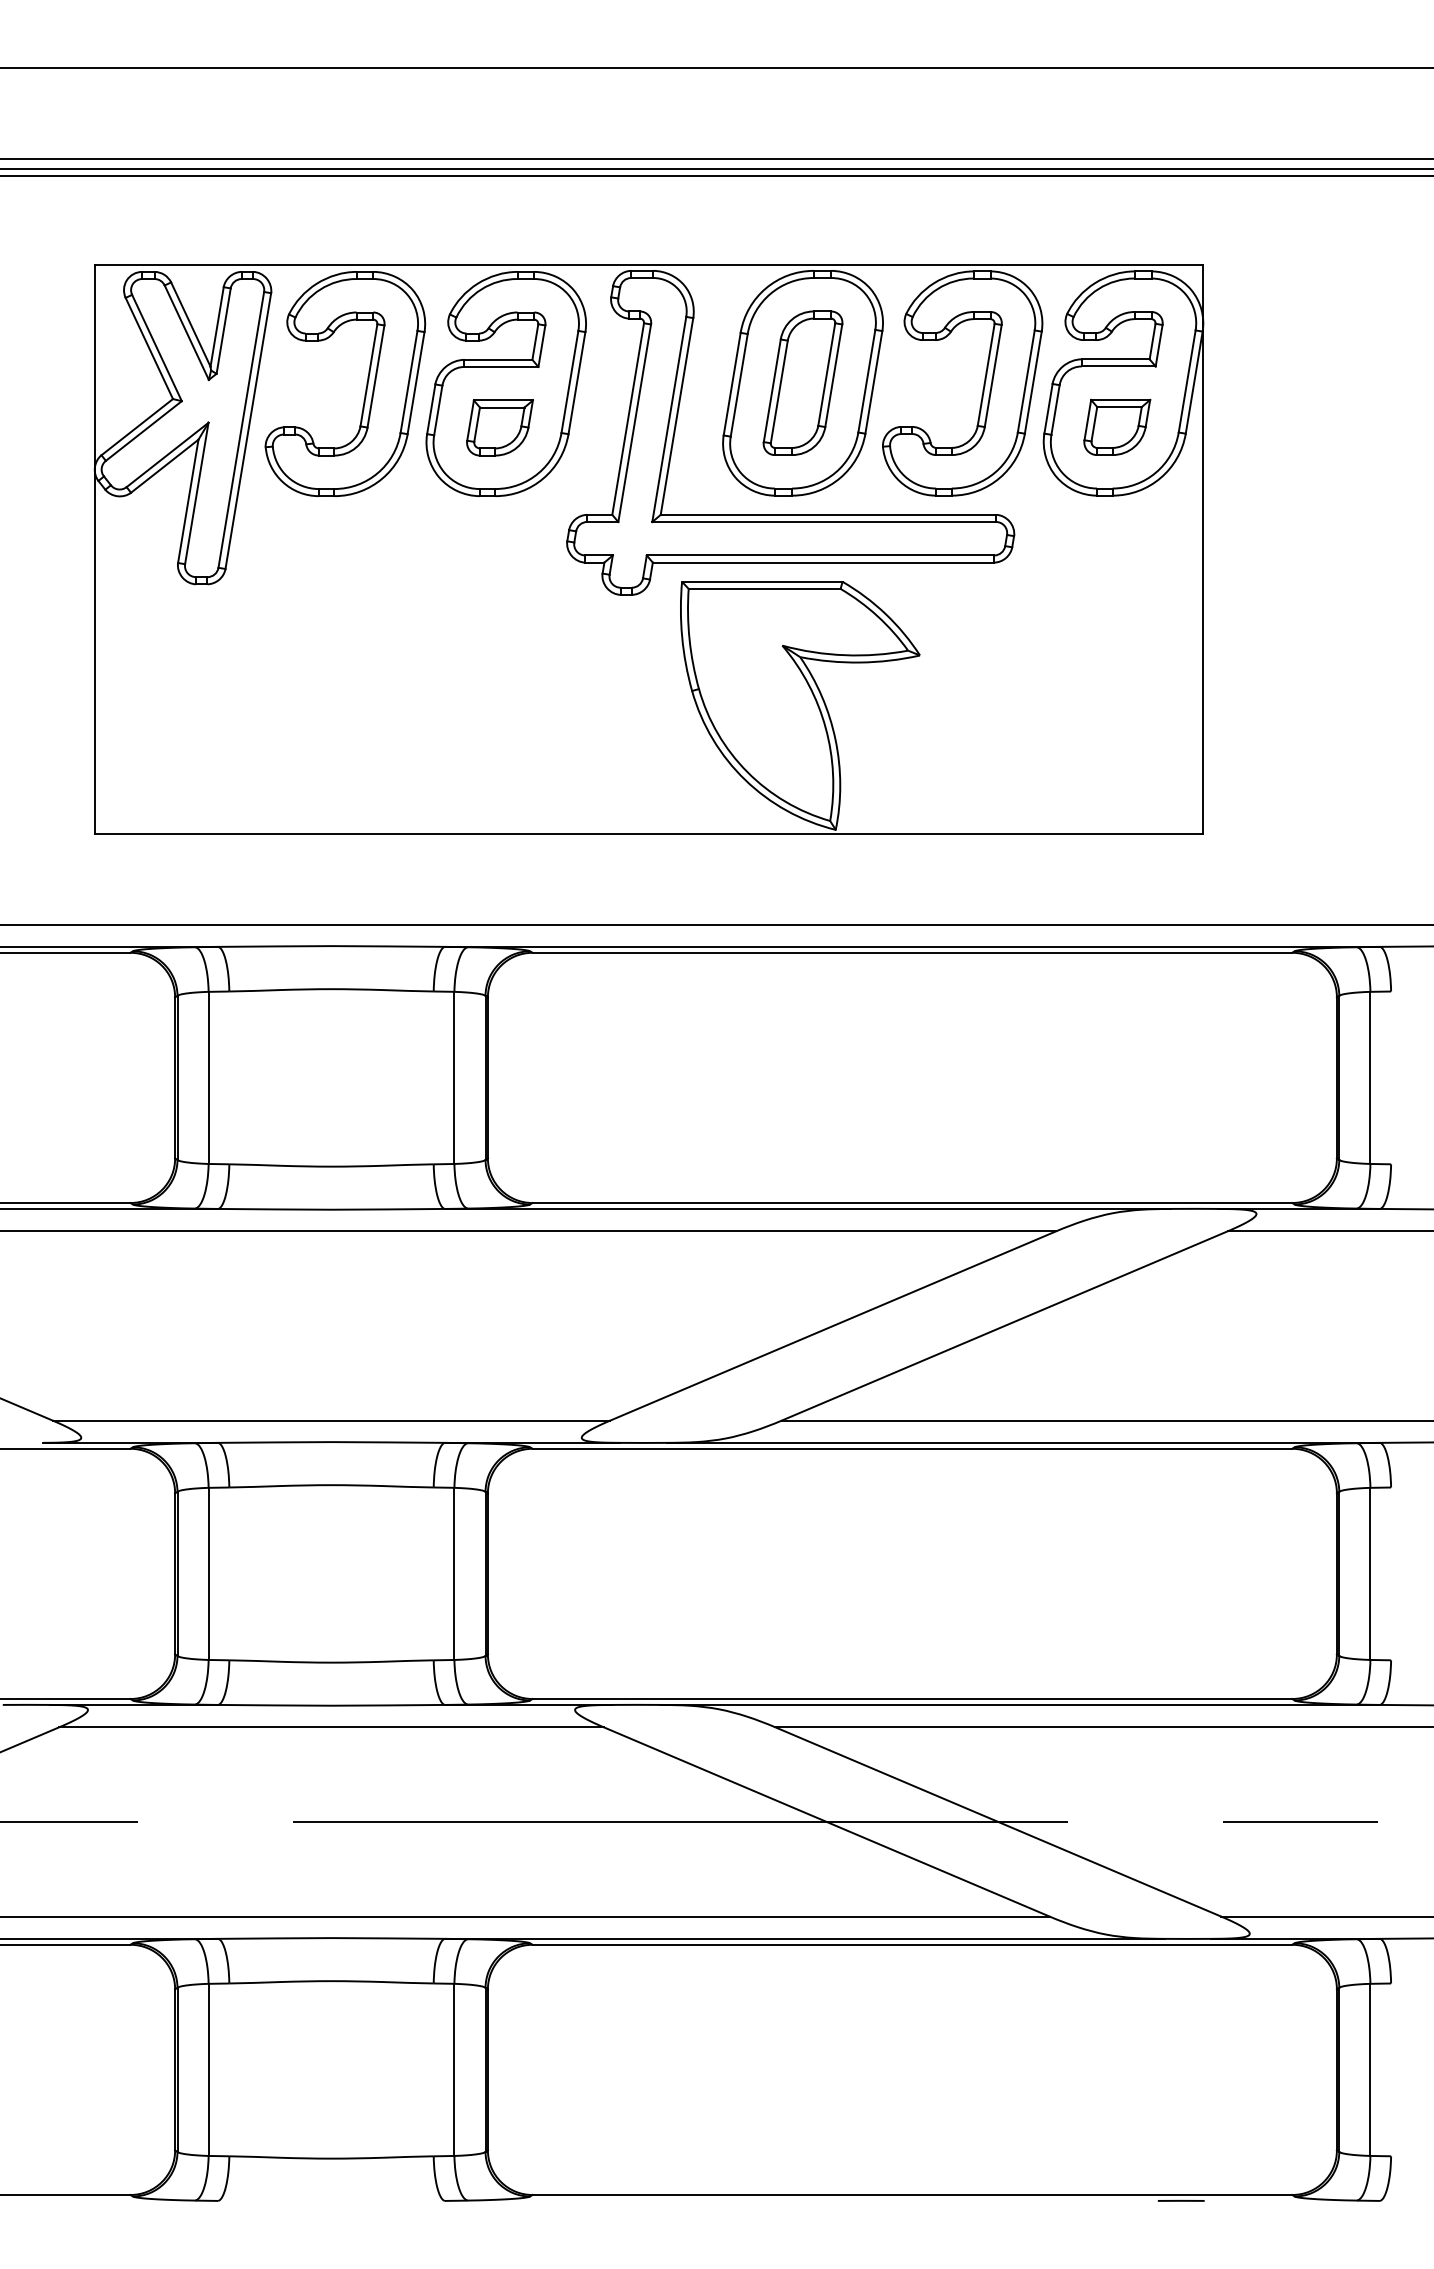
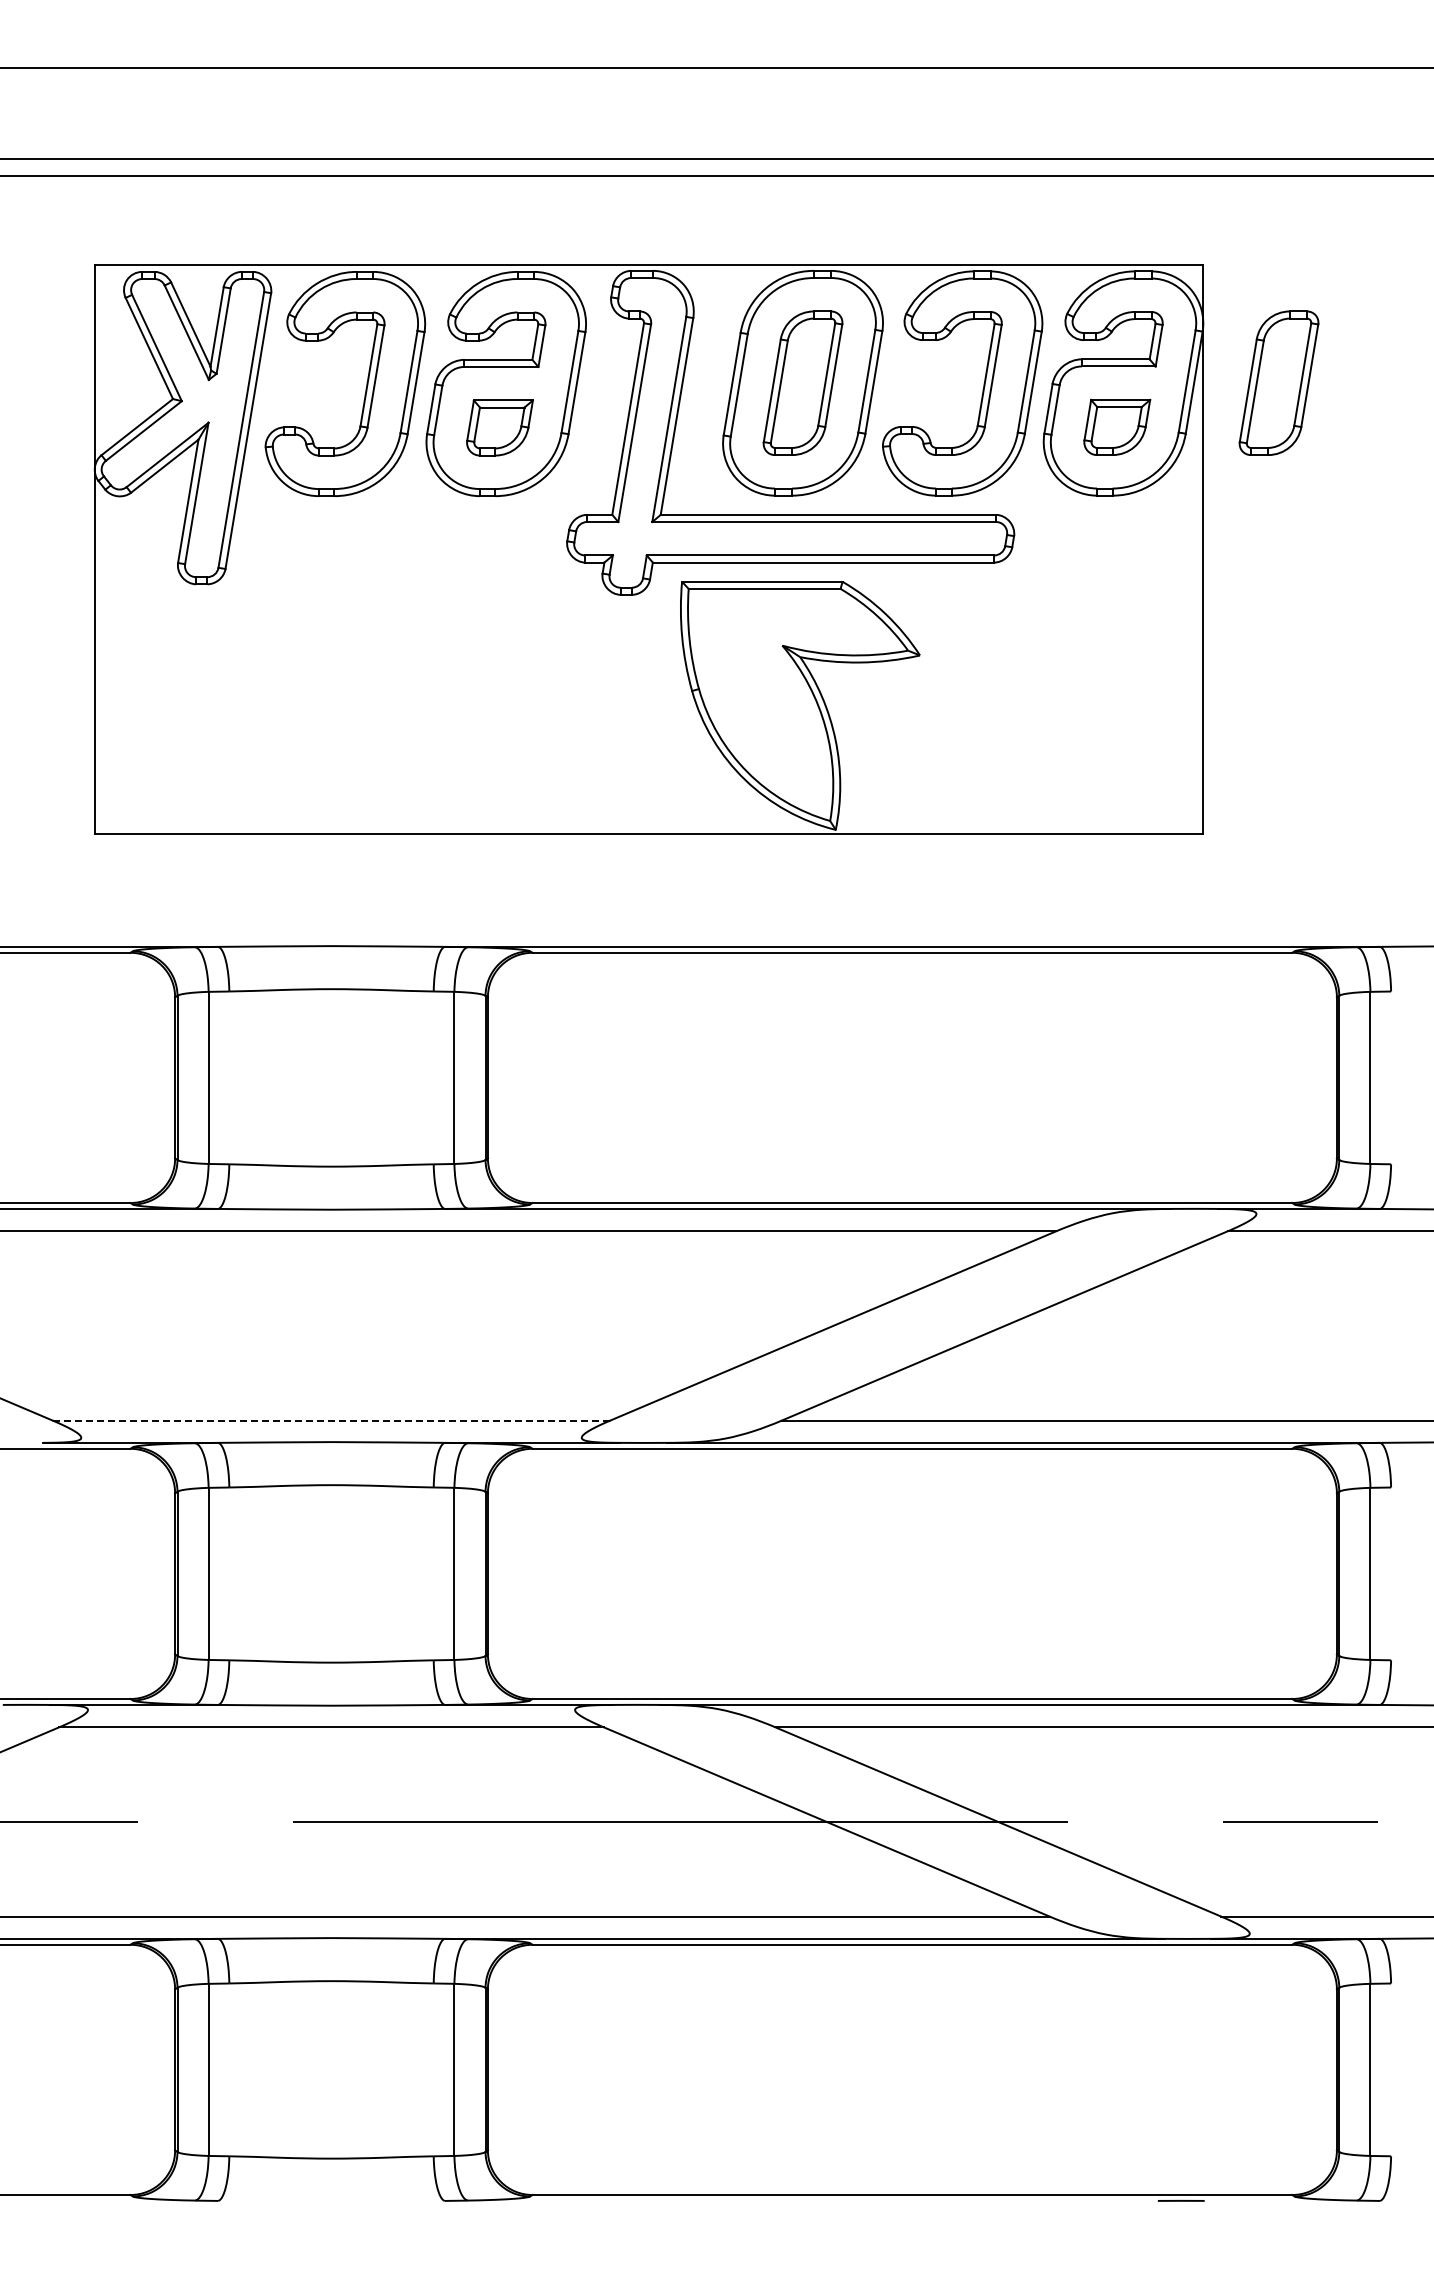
line at (716, 168): present -> none
part at (1278, 382): none -> present
line at (716, 924): present -> none
line at (331, 1420): solid -> dashed
